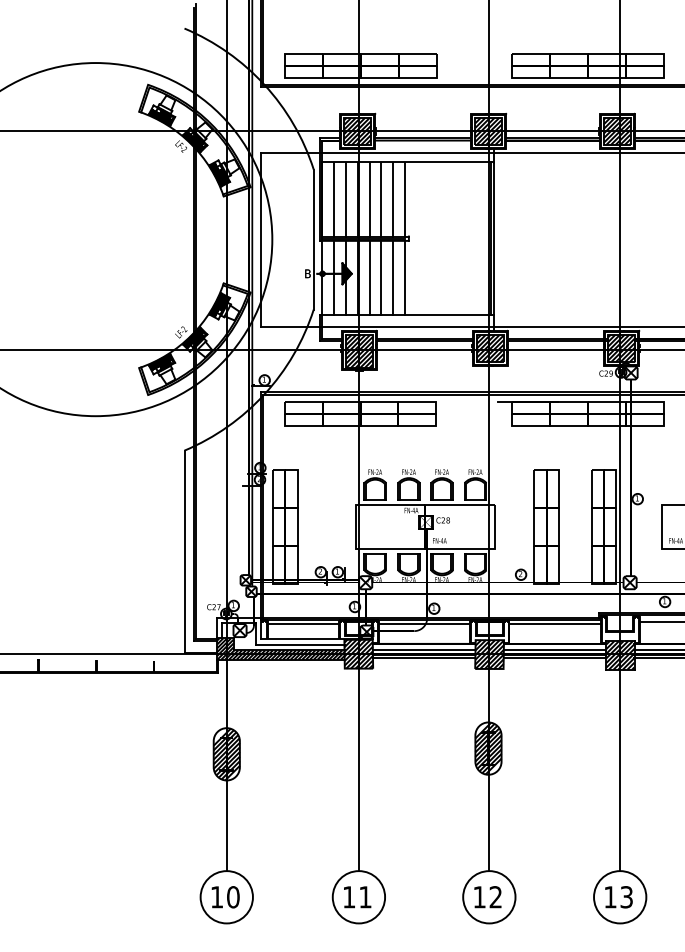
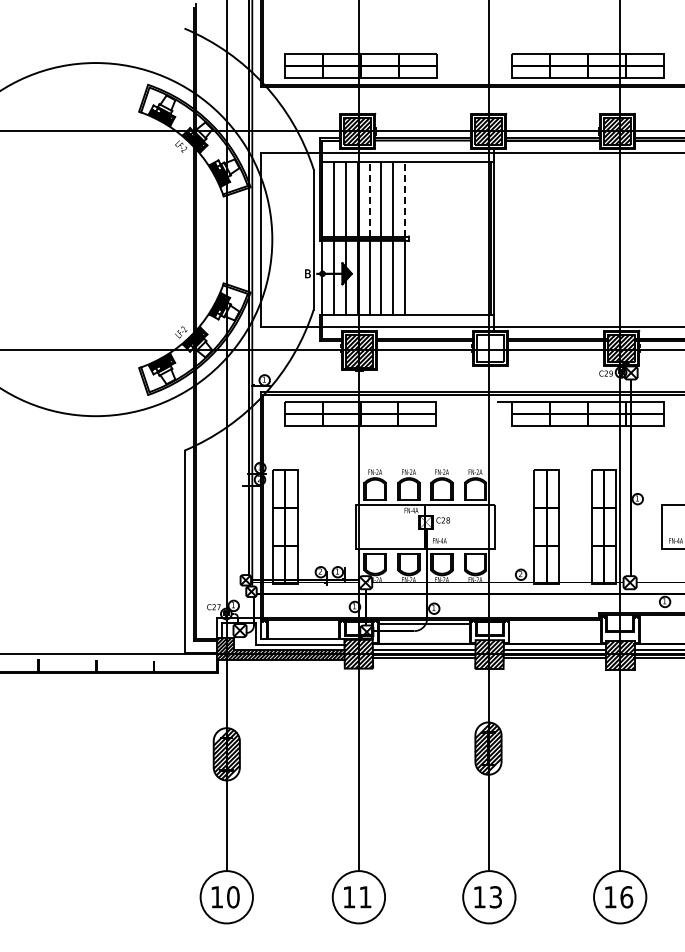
line at (369, 199): solid -> dashed
line at (404, 199): solid -> dashed
hatch at (489, 348): present -> none
line at (660, 622): present -> none
line at (303, 624): present -> none
line at (554, 624): present -> none
text at (495, 897): 12 -> 13
text at (626, 897): 13 -> 16
